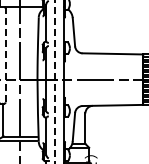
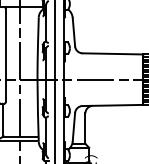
line at (5, 55): dashed -> solid
line at (55, 82): dashed -> solid
